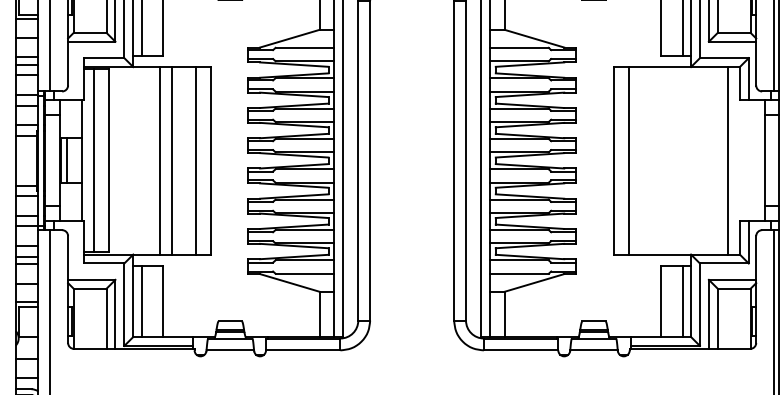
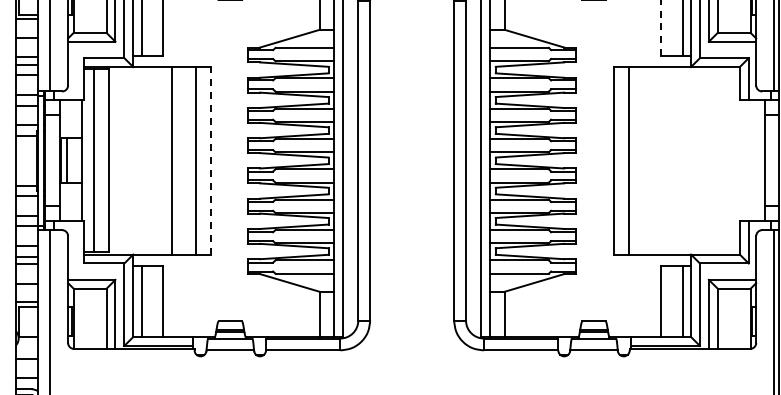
line at (661, 28): solid -> dashed
line at (160, 160): present -> none
line at (210, 160): solid -> dashed
line at (727, 160): present -> none
